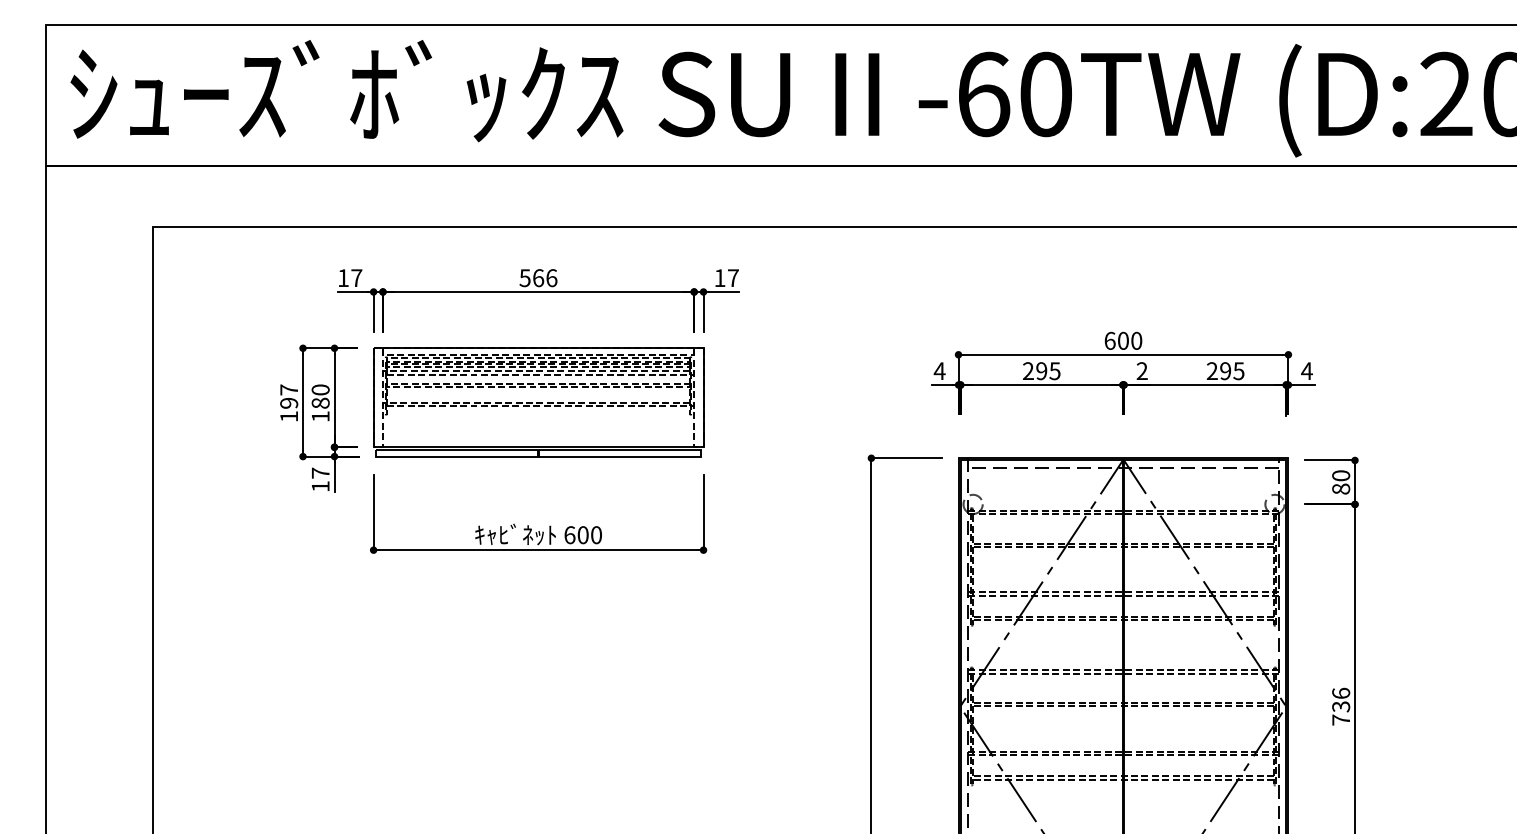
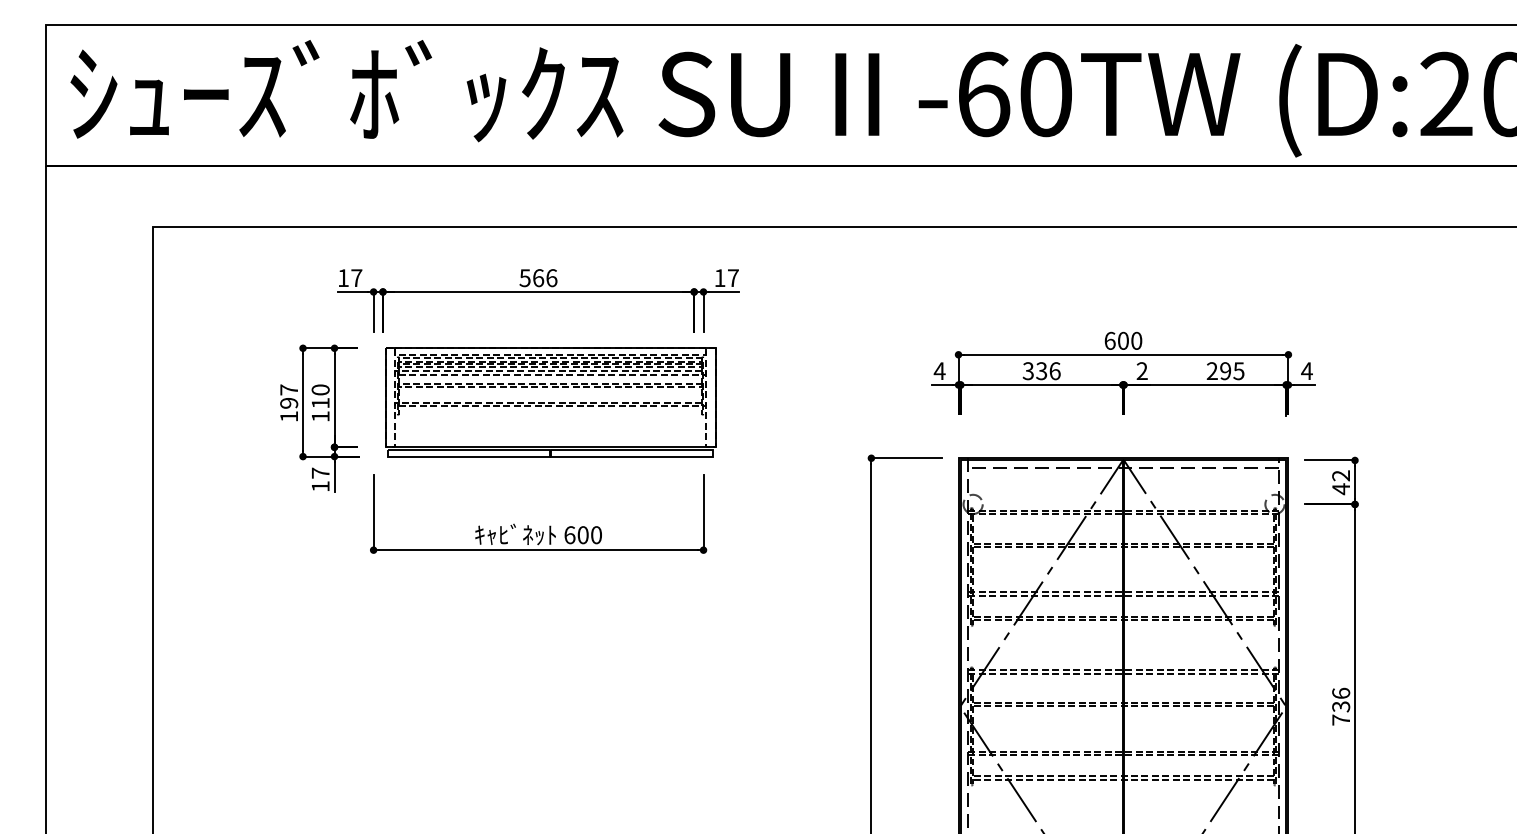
text at (1041, 371): 295 -> 336
text at (320, 402): 180 -> 110
part at (538, 402) position: (538, 402) -> (550, 402)
text at (1341, 482): 80 -> 42
